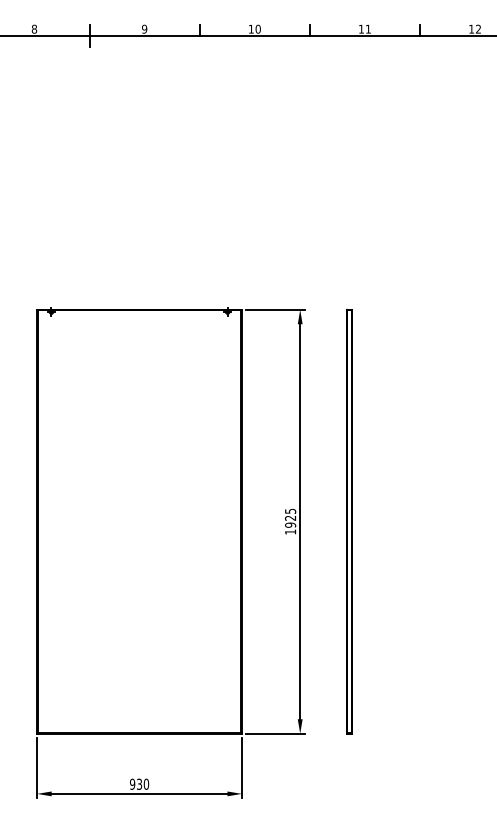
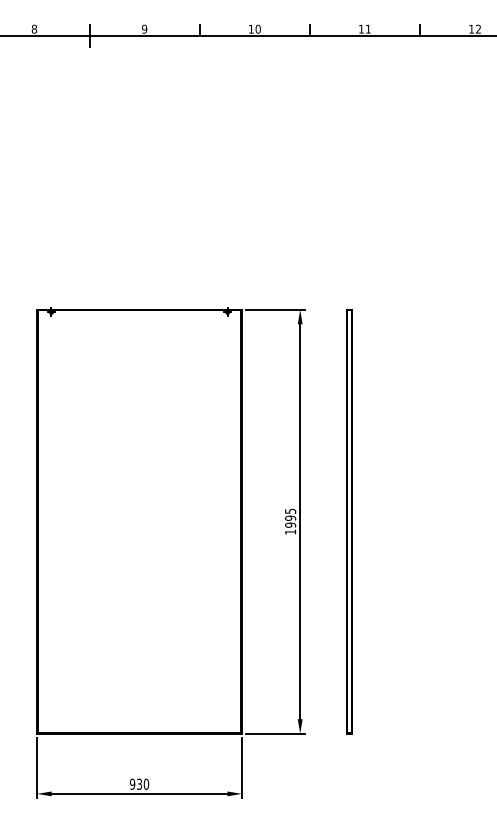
text at (290, 517): 1925 -> 1995
